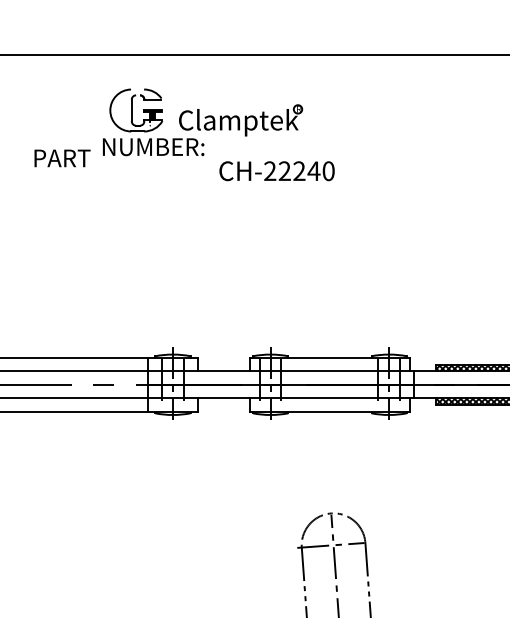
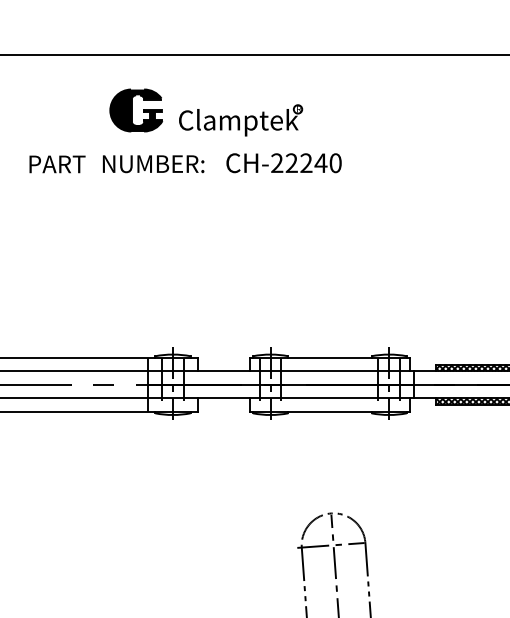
fill at (136, 110): none -> present
text at (153, 147) position: (153, 147) -> (153, 164)
text at (62, 158) position: (62, 158) -> (57, 164)
text at (276, 171) position: (276, 171) -> (283, 163)
